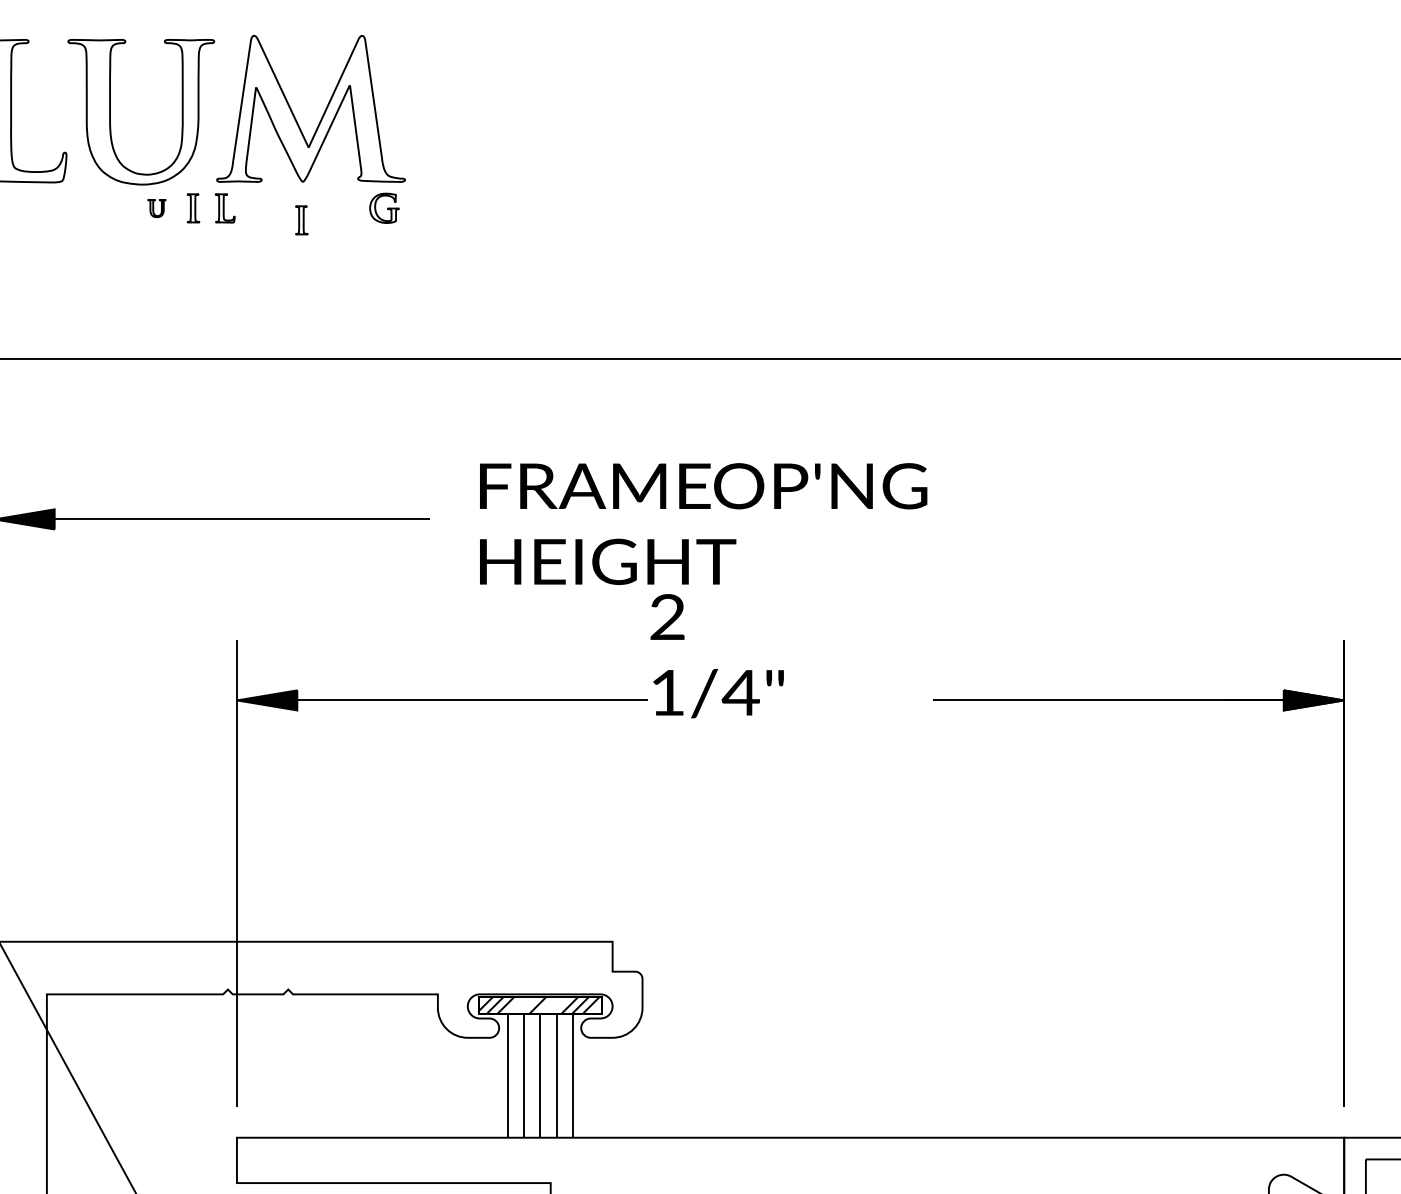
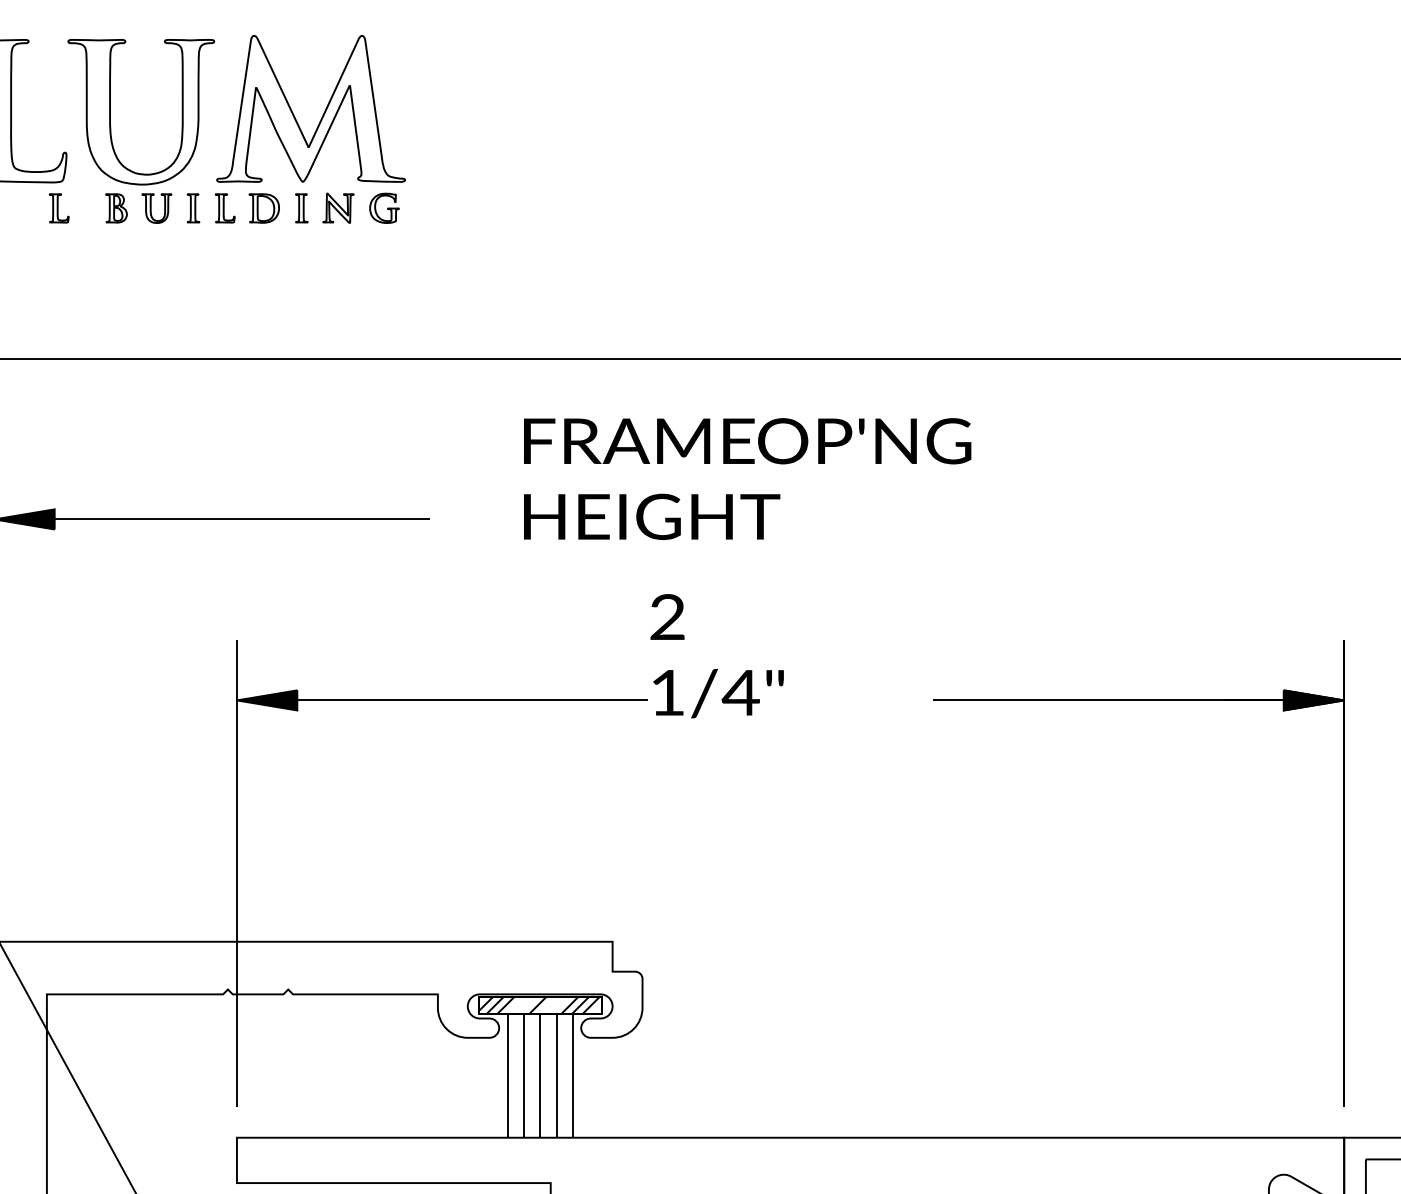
part at (338, 207): none -> present
part at (58, 208): none -> present
part at (116, 208): none -> present
part at (156, 208) size: 20x20 px -> 32x31 px
part at (263, 208): none -> present
part at (301, 220) position: (301, 220) -> (301, 208)
text at (703, 523) position: (703, 523) -> (747, 478)
